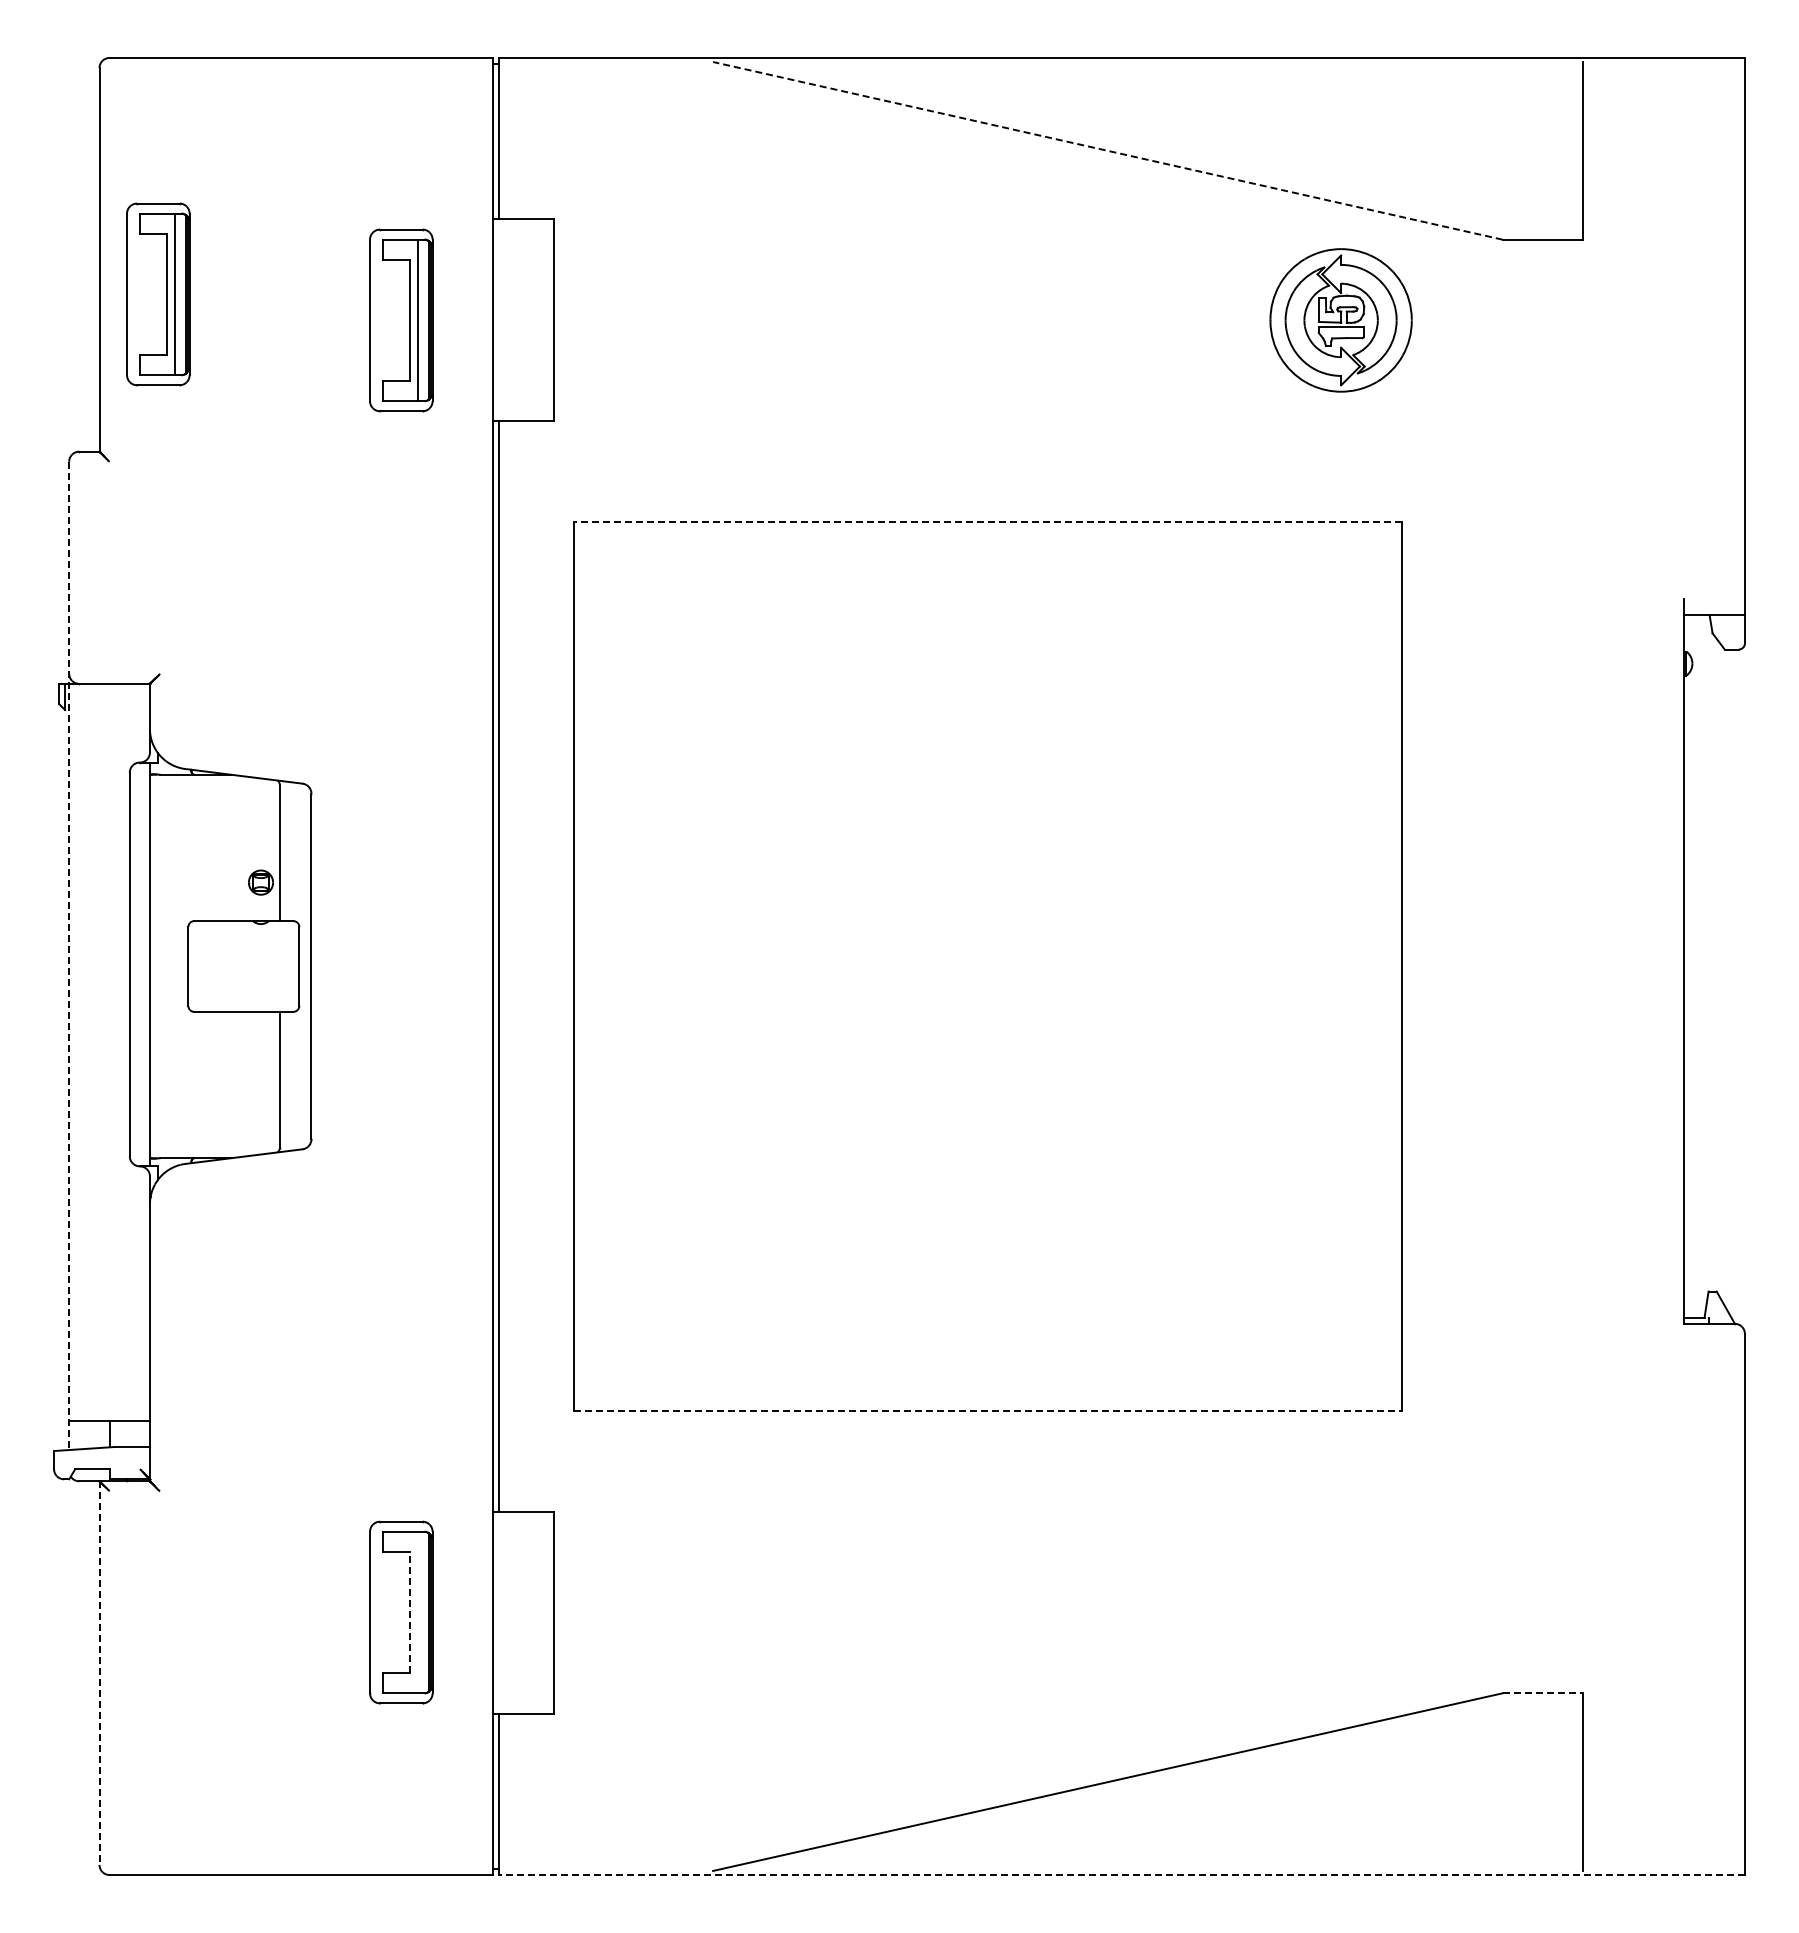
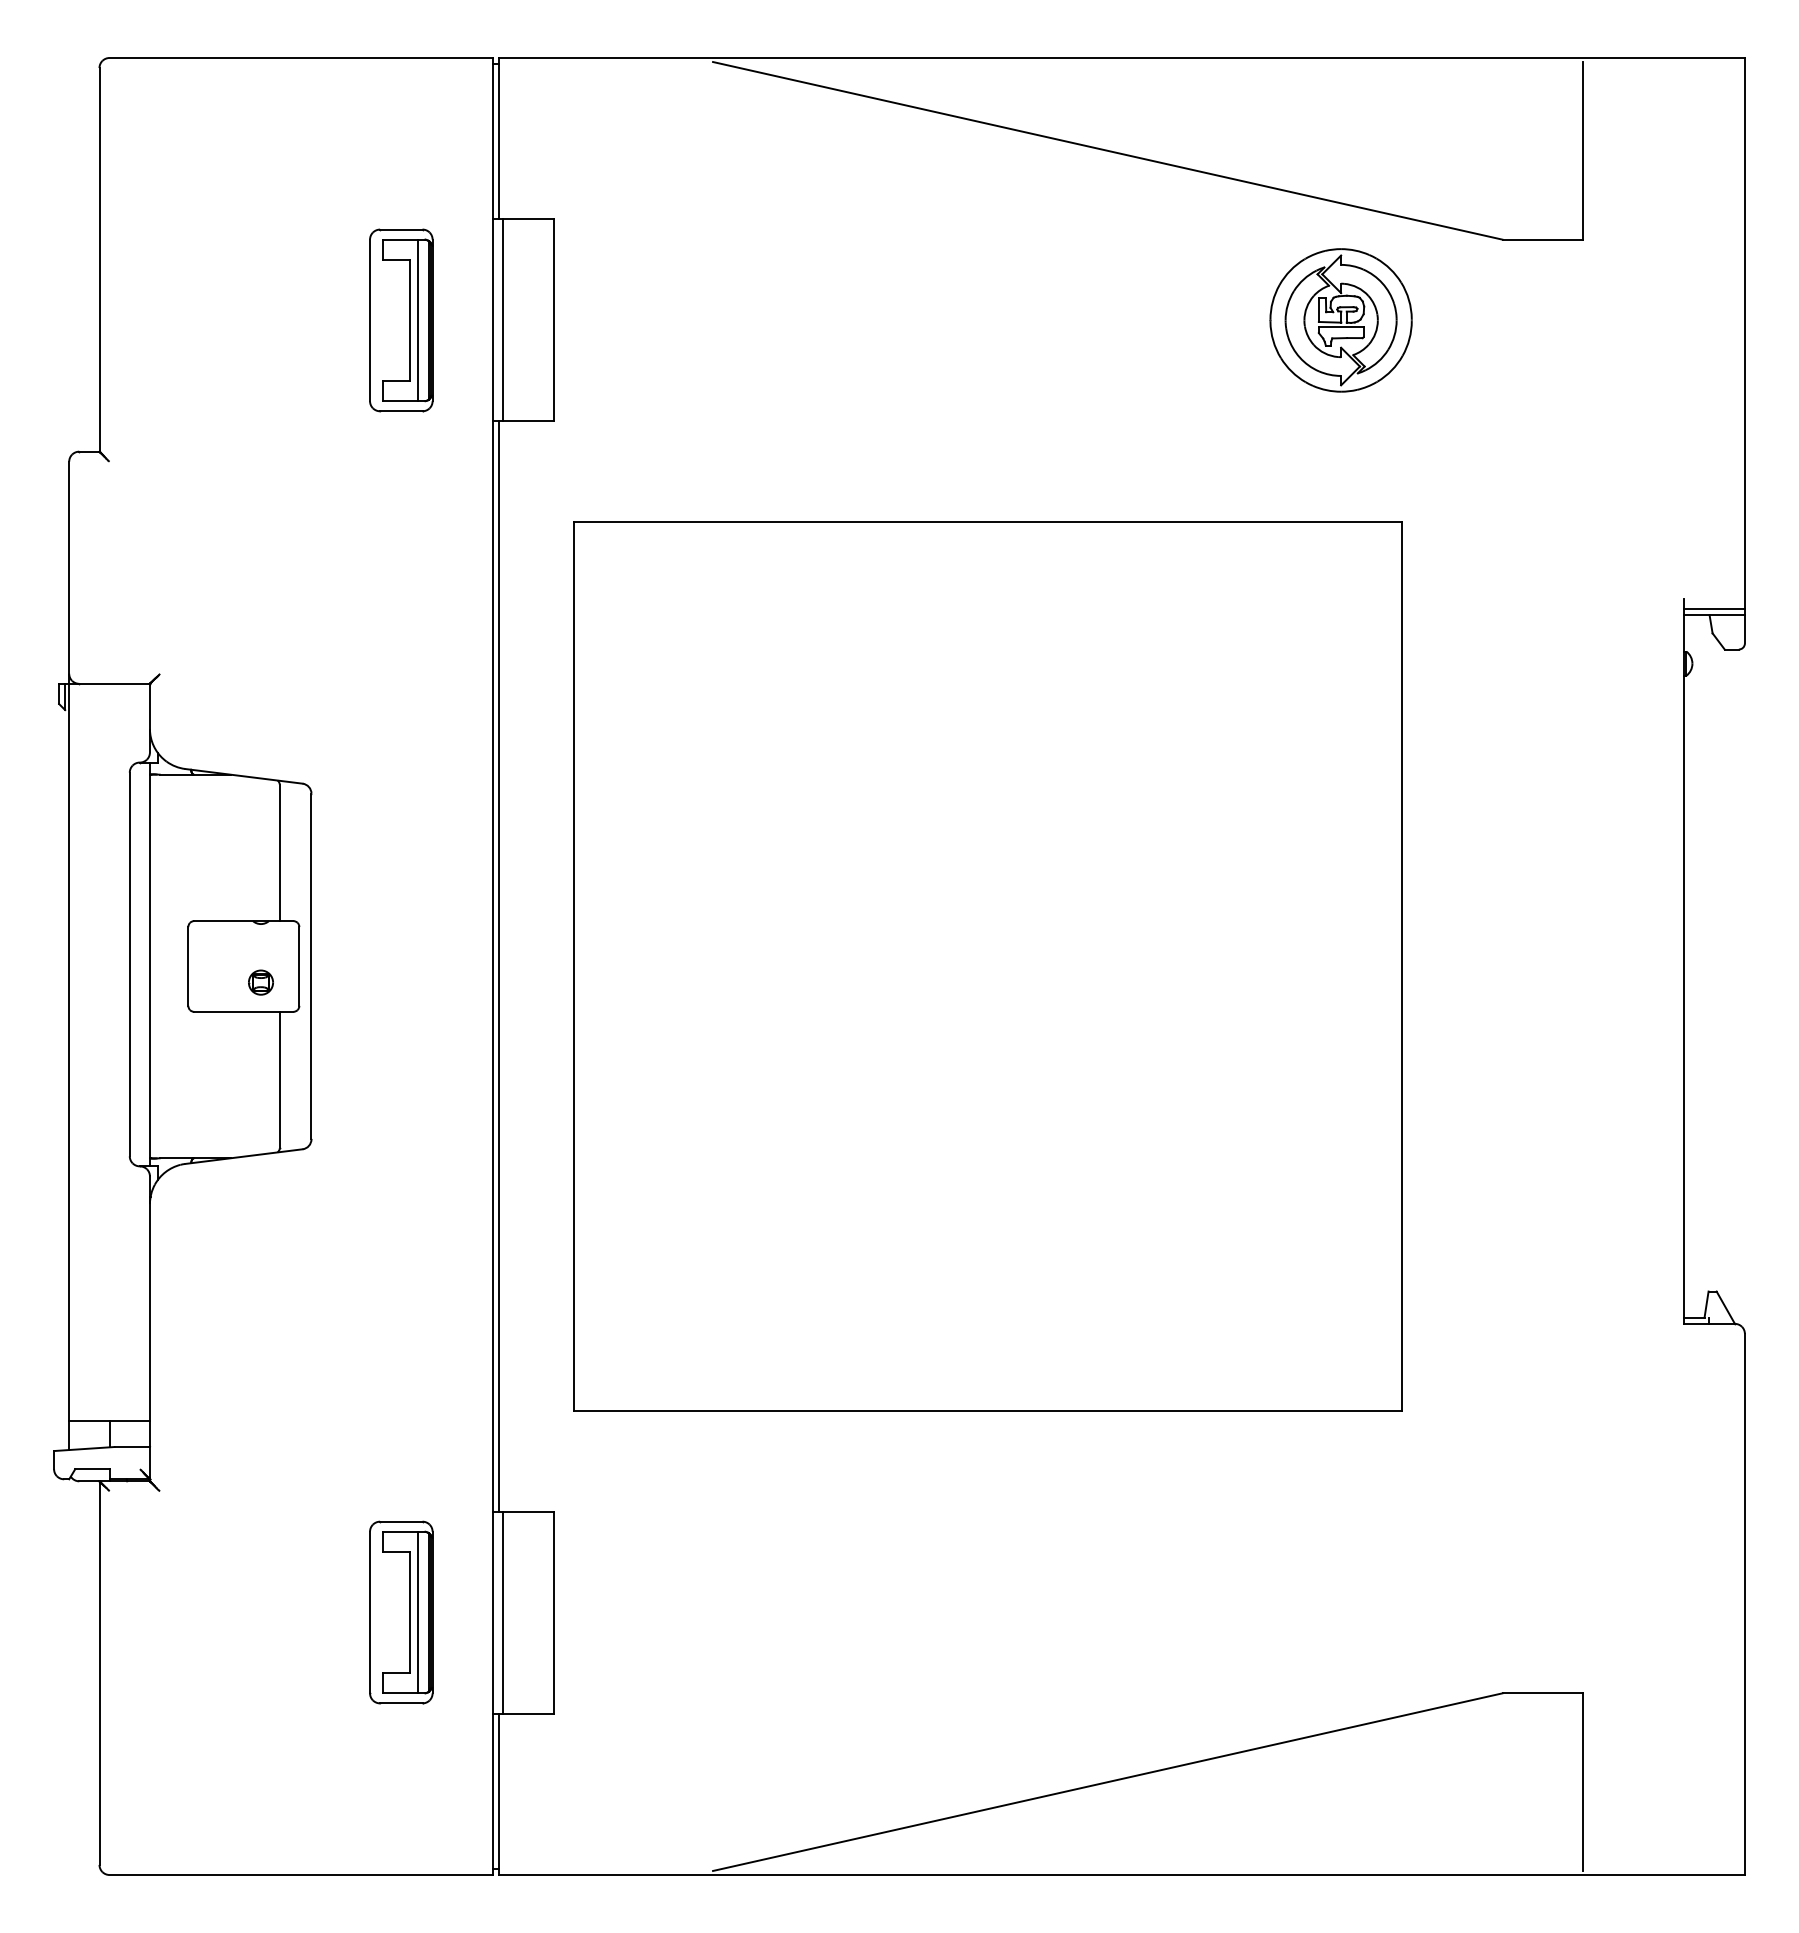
line at (1107, 150): dashed -> solid
part at (158, 294): present -> none
line at (503, 320): none -> present
line at (987, 522): dashed -> solid
line at (1714, 609): none -> present
part at (260, 882) position: (260, 882) -> (260, 982)
line at (69, 956): dashed -> solid
line at (987, 1410): dashed -> solid
line at (410, 1612): dashed -> solid
line at (418, 1612): none -> present
line at (503, 1612): none -> present
line at (99, 1673): dashed -> solid
line at (1543, 1693): dashed -> solid
line at (1122, 1875): dashed -> solid
